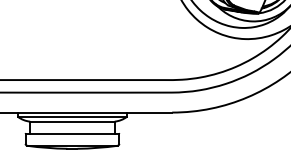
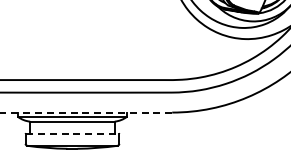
line at (86, 112): solid -> dashed
line at (72, 133): solid -> dashed
